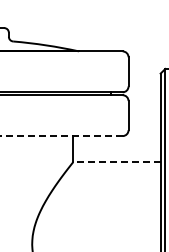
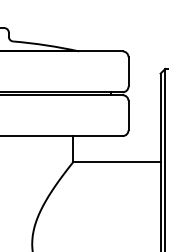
line at (61, 136): dashed -> solid
line at (116, 162): dashed -> solid
